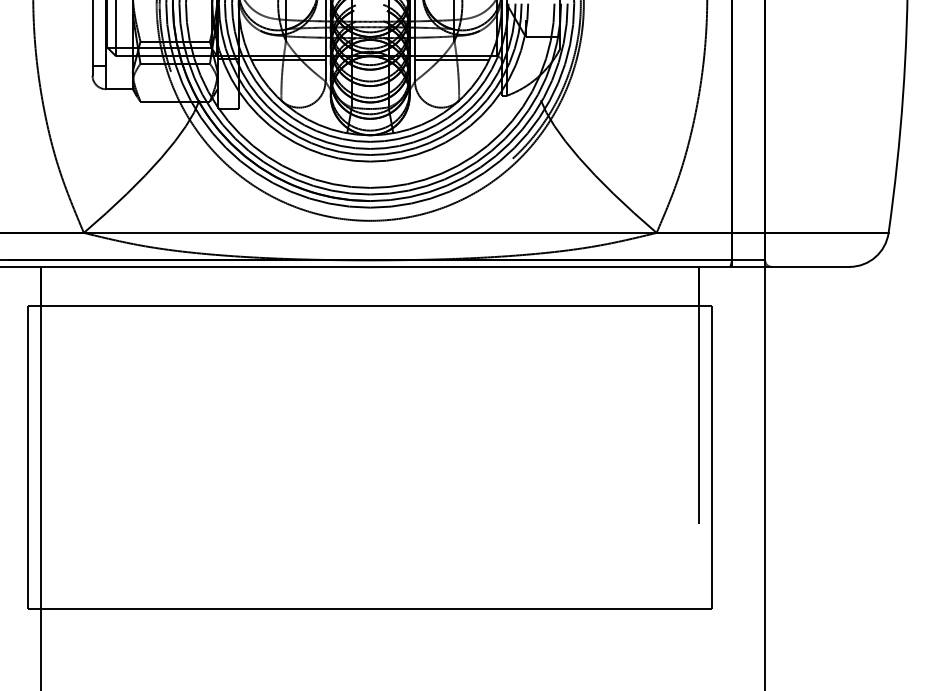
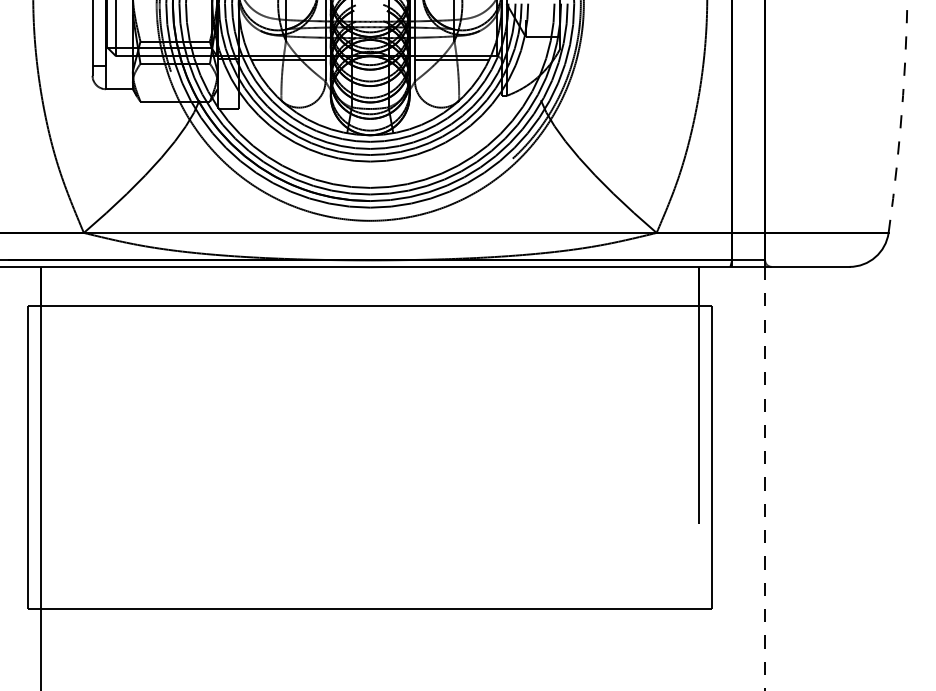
arc at (901, 116): solid -> dashed
line at (765, 478): solid -> dashed
